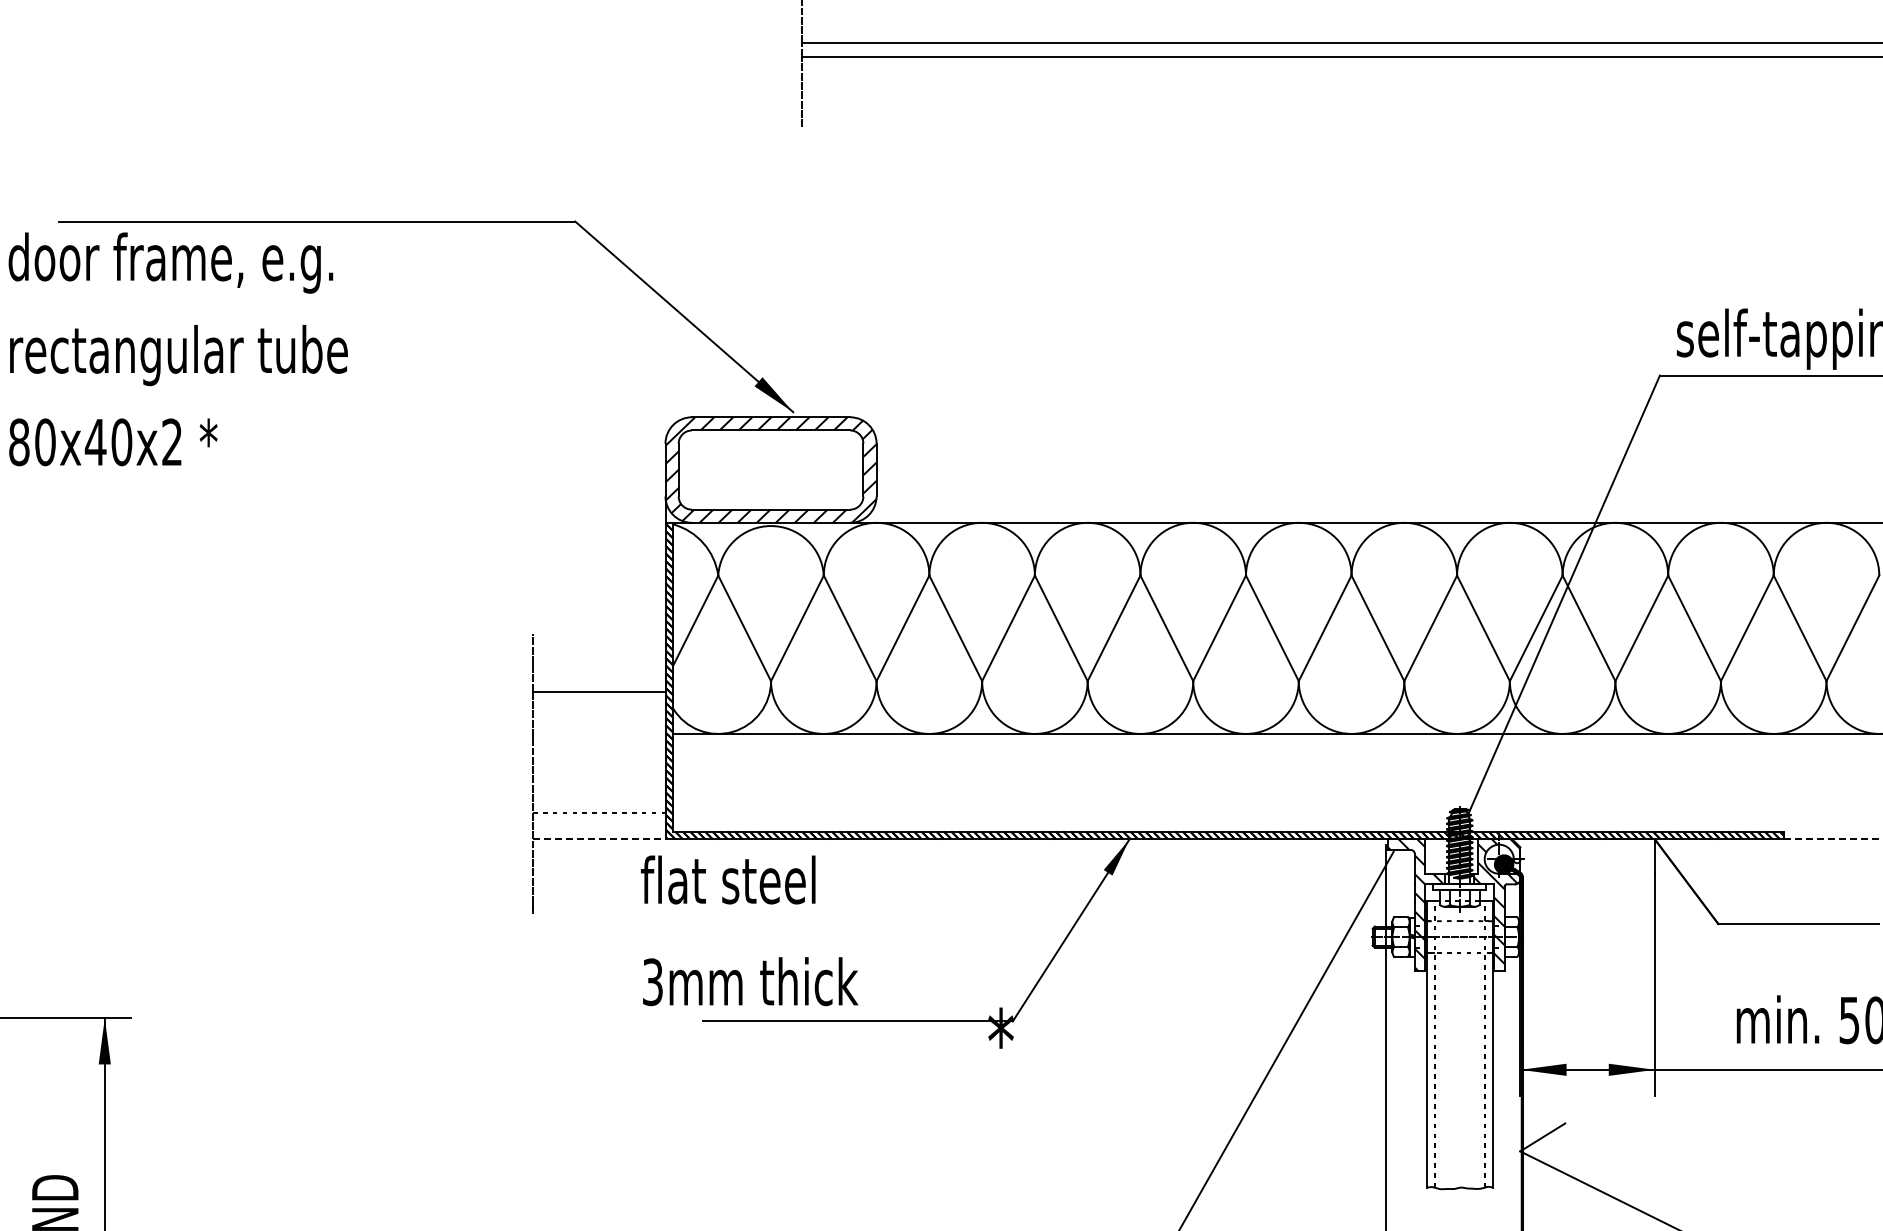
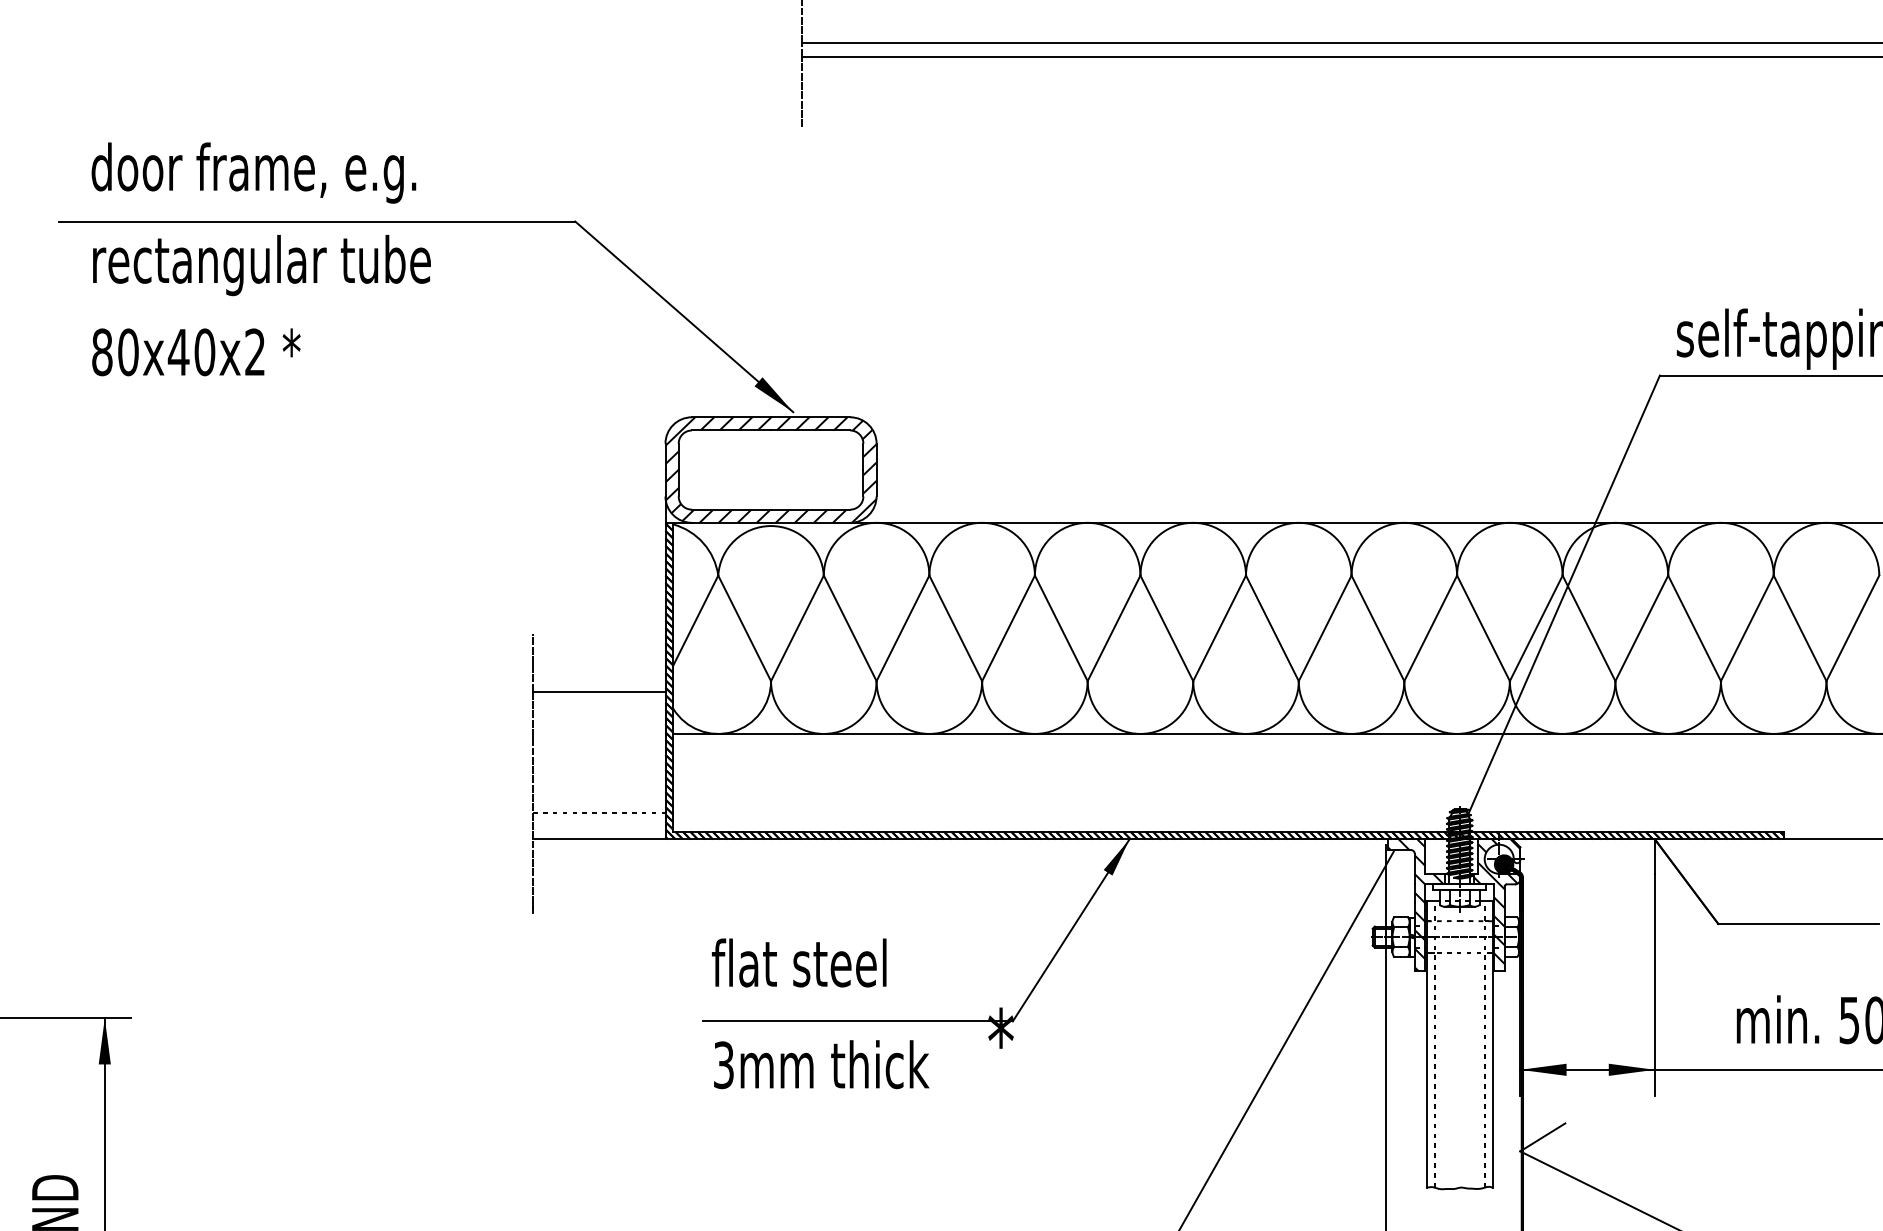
text at (177, 349) position: (177, 349) -> (260, 259)
line at (599, 839): dashed -> solid
line at (1833, 839): dashed -> solid
text at (749, 930) position: (749, 930) -> (820, 1013)
